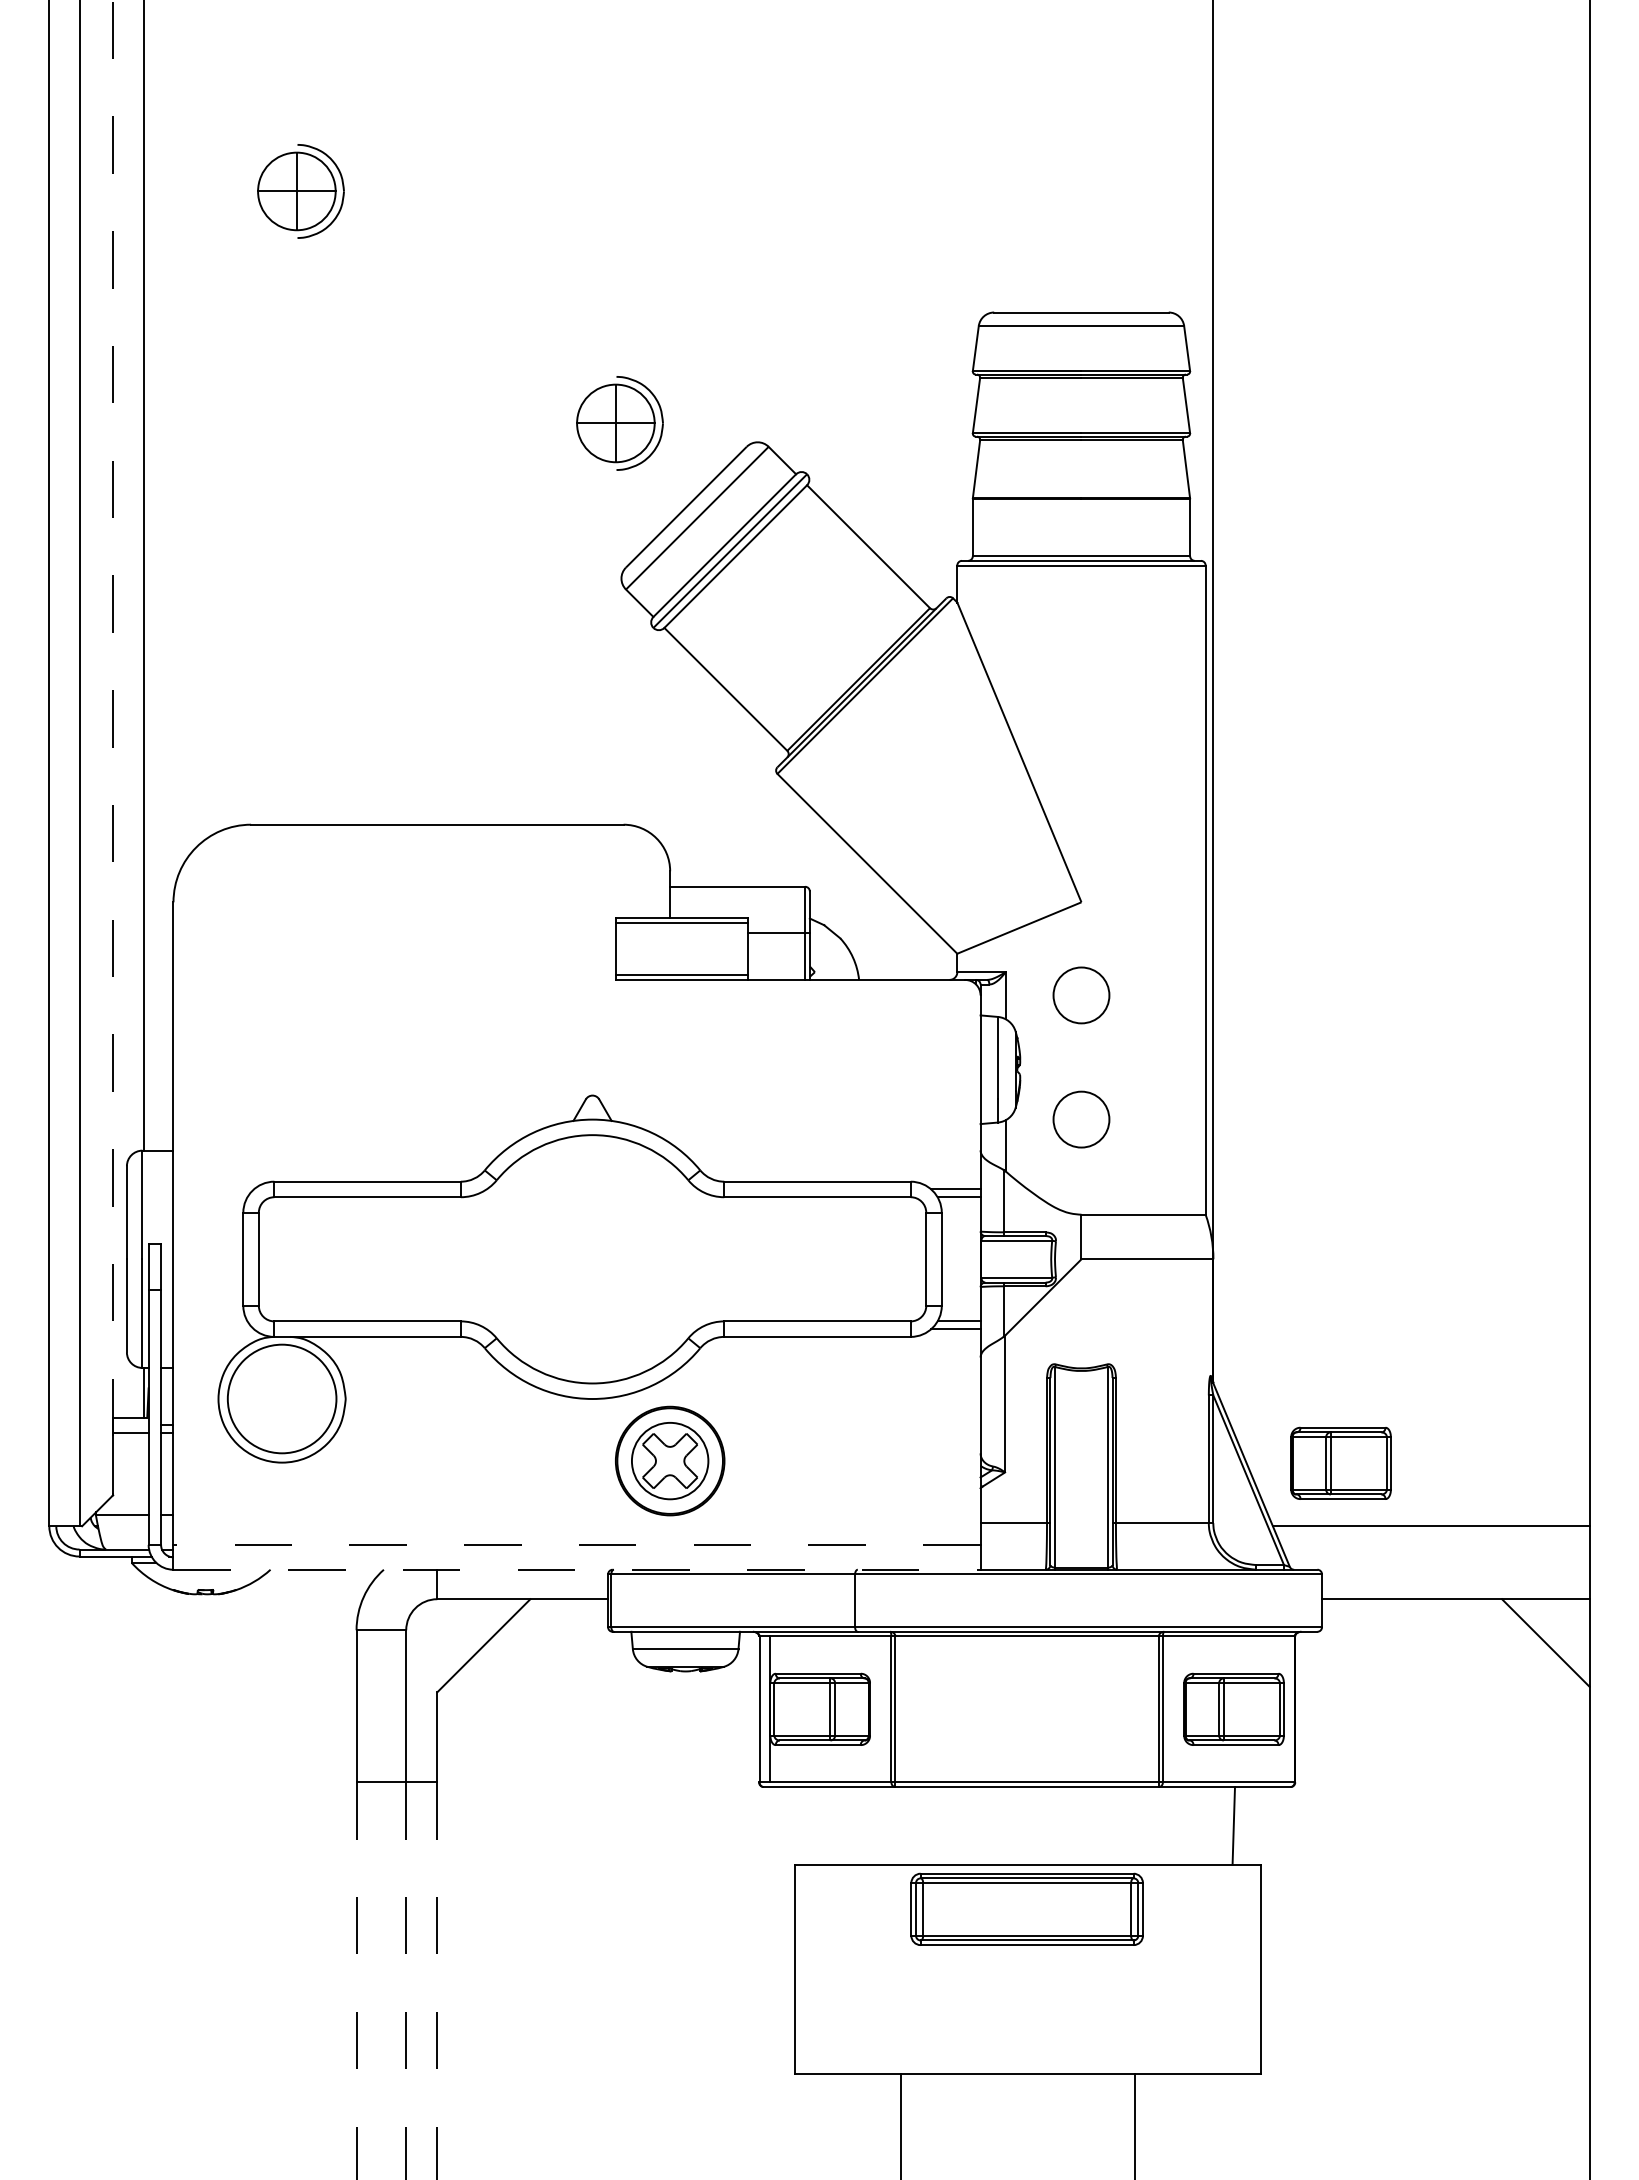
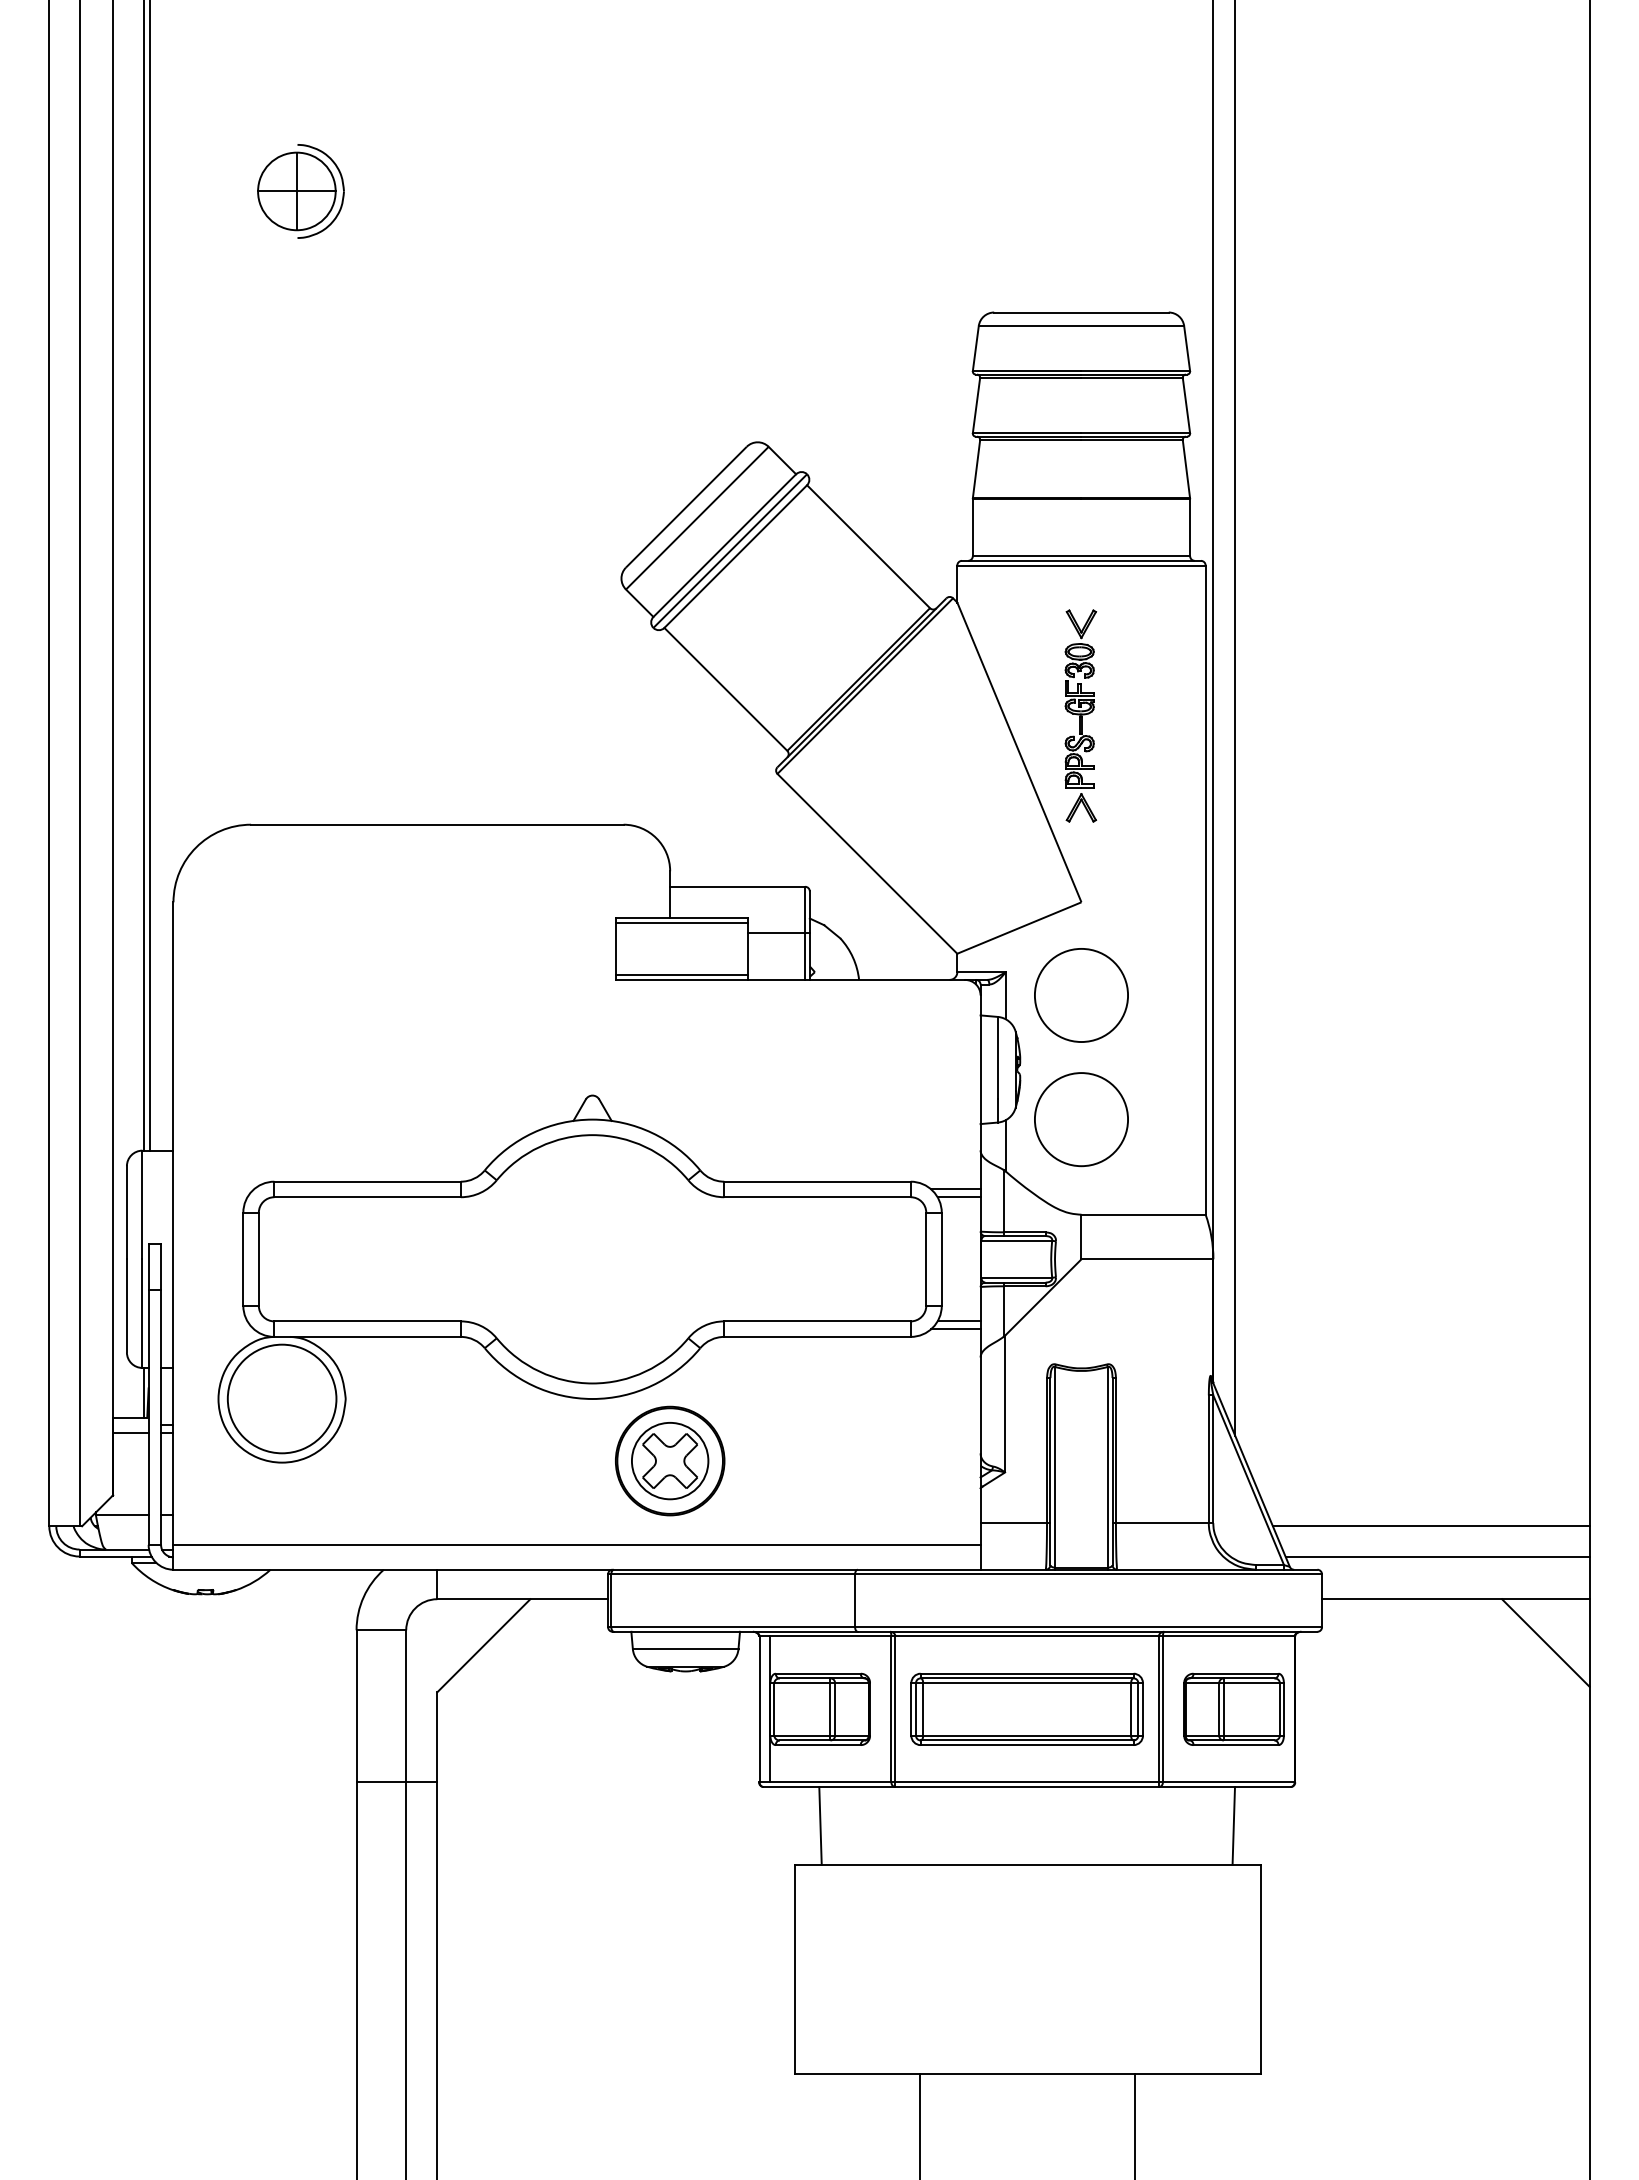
part at (619, 423): present -> none
line at (150, 576): none -> present
part at (1080, 715): none -> present
line at (1235, 719): none -> present
line at (112, 748): dashed -> solid
circle at (1081, 995) diameter: 56 px -> 93 px
circle at (1081, 1119) diameter: 56 px -> 93 px
part at (1340, 1462): present -> none
line at (577, 1544): dashed -> solid
line at (1437, 1557): none -> present
line at (577, 1569): dashed -> solid
line at (820, 1825): none -> present
part at (1026, 1908) position: (1026, 1908) -> (1026, 1708)
line at (356, 1981): dashed -> solid
line at (406, 1981): dashed -> solid
line at (437, 1981): dashed -> solid
line at (901, 2125) position: (901, 2125) -> (920, 2125)
